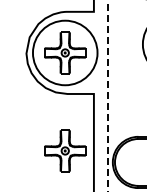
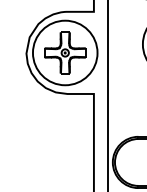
line at (108, 95): dashed -> solid
part at (65, 150): present -> none
